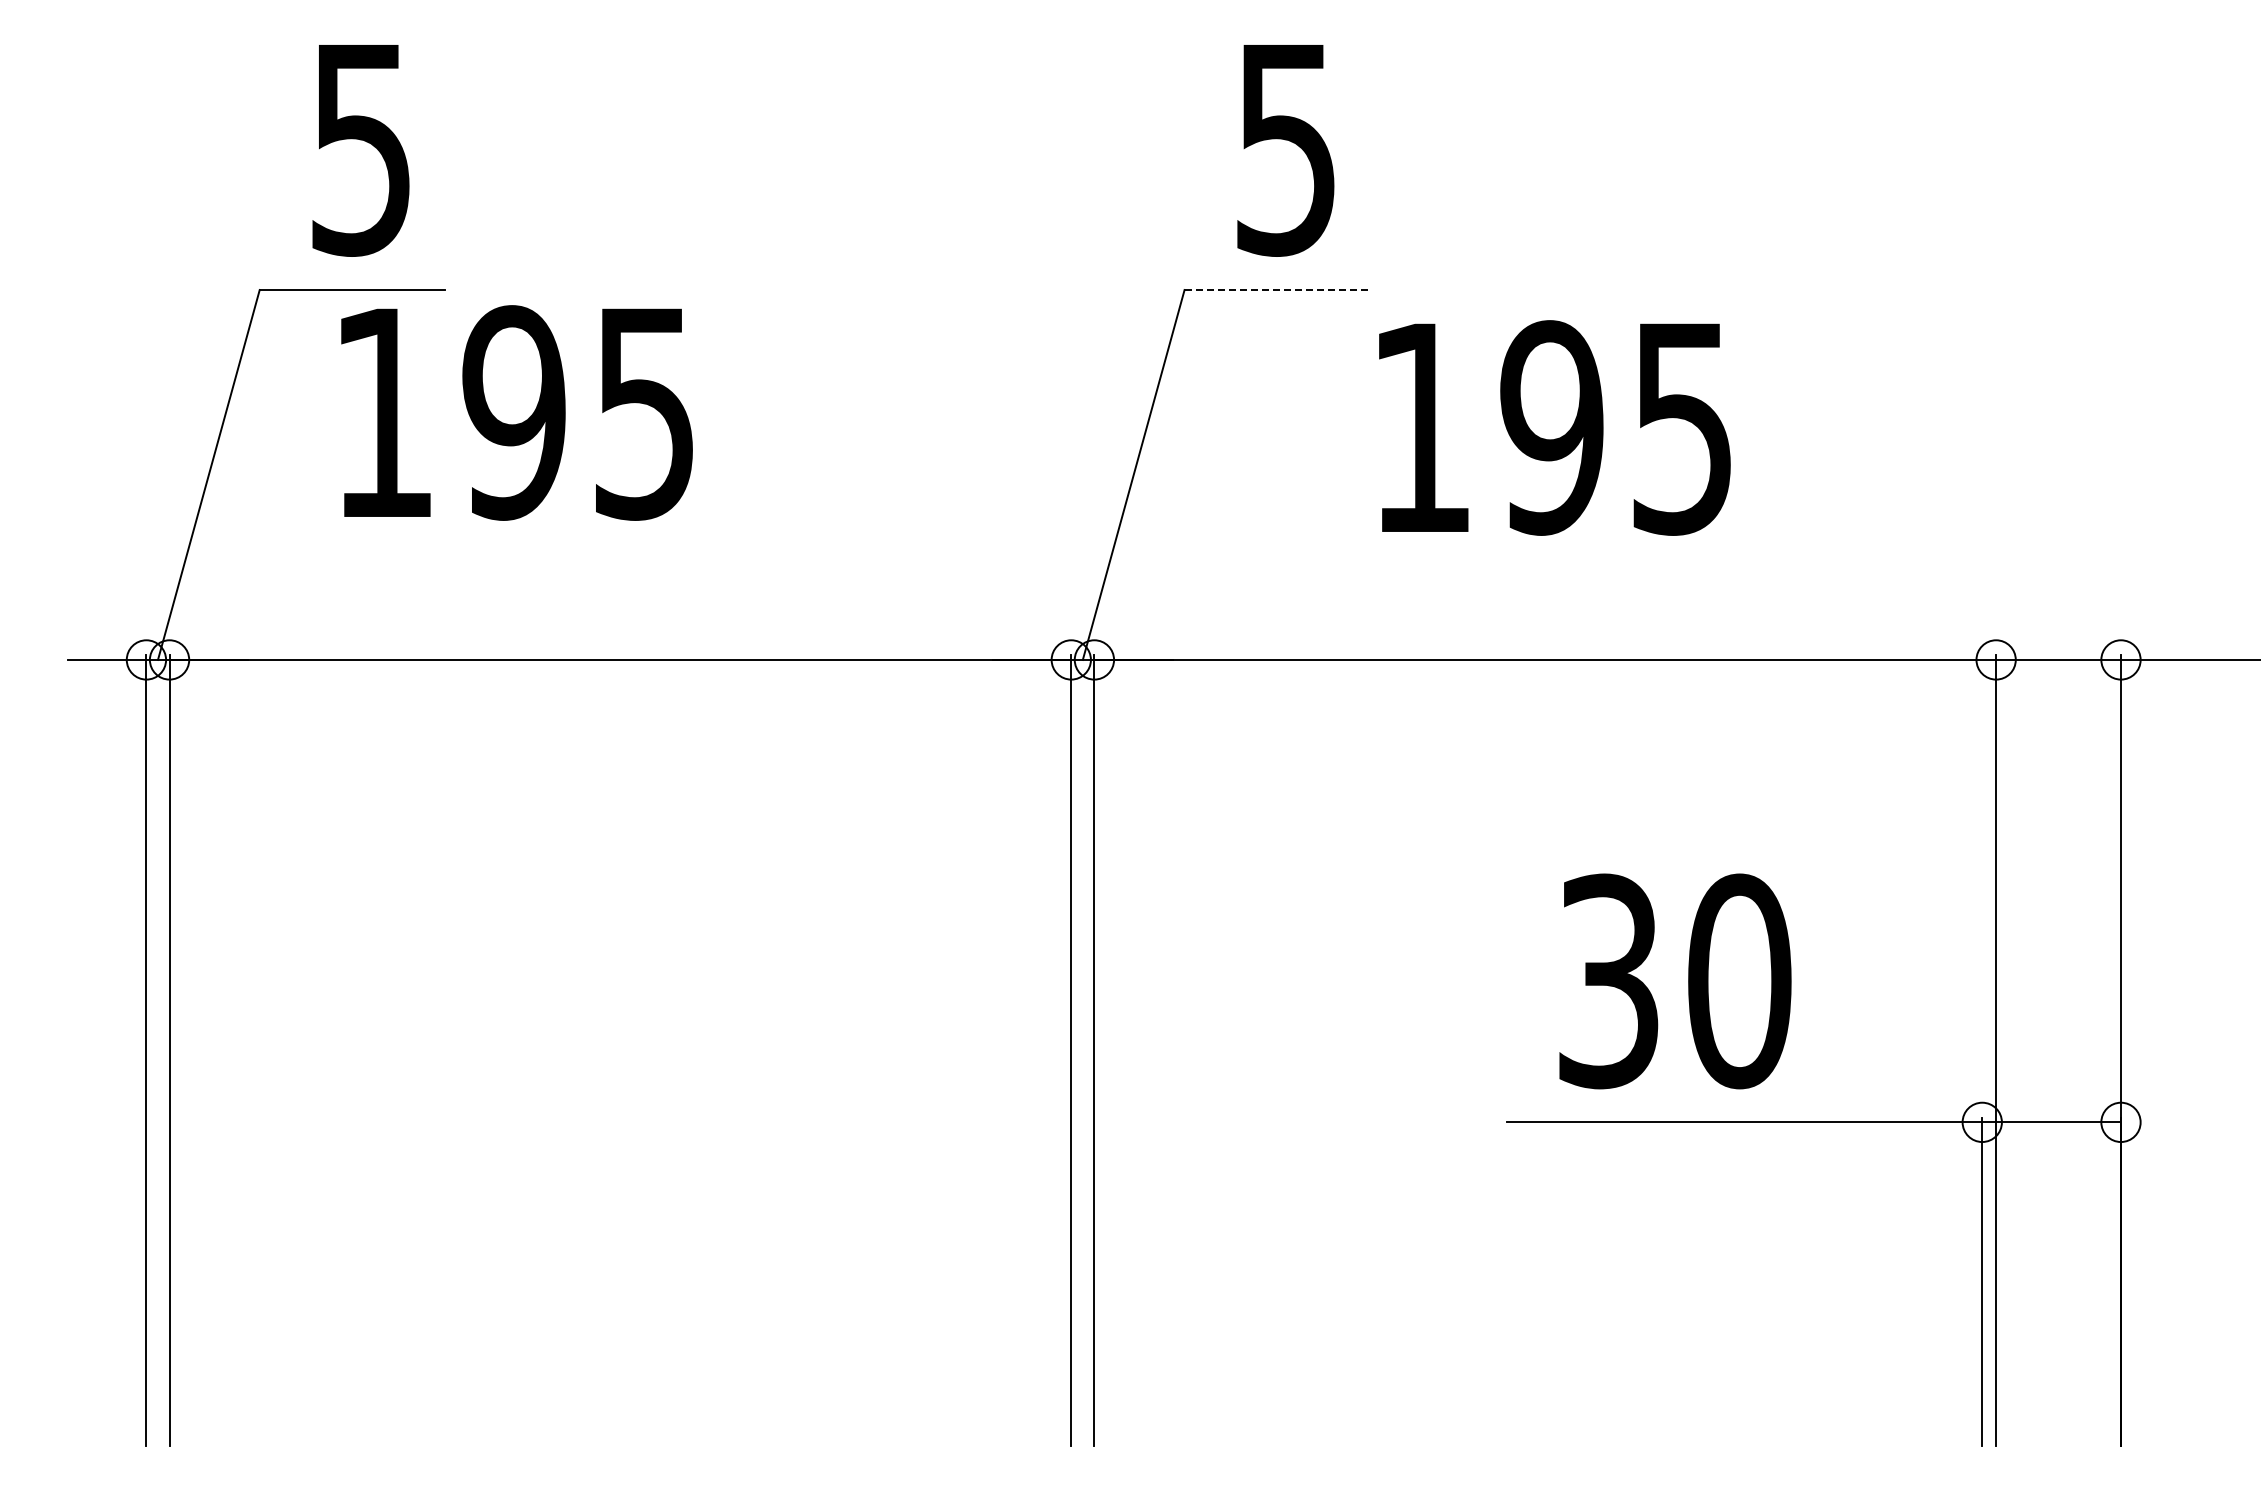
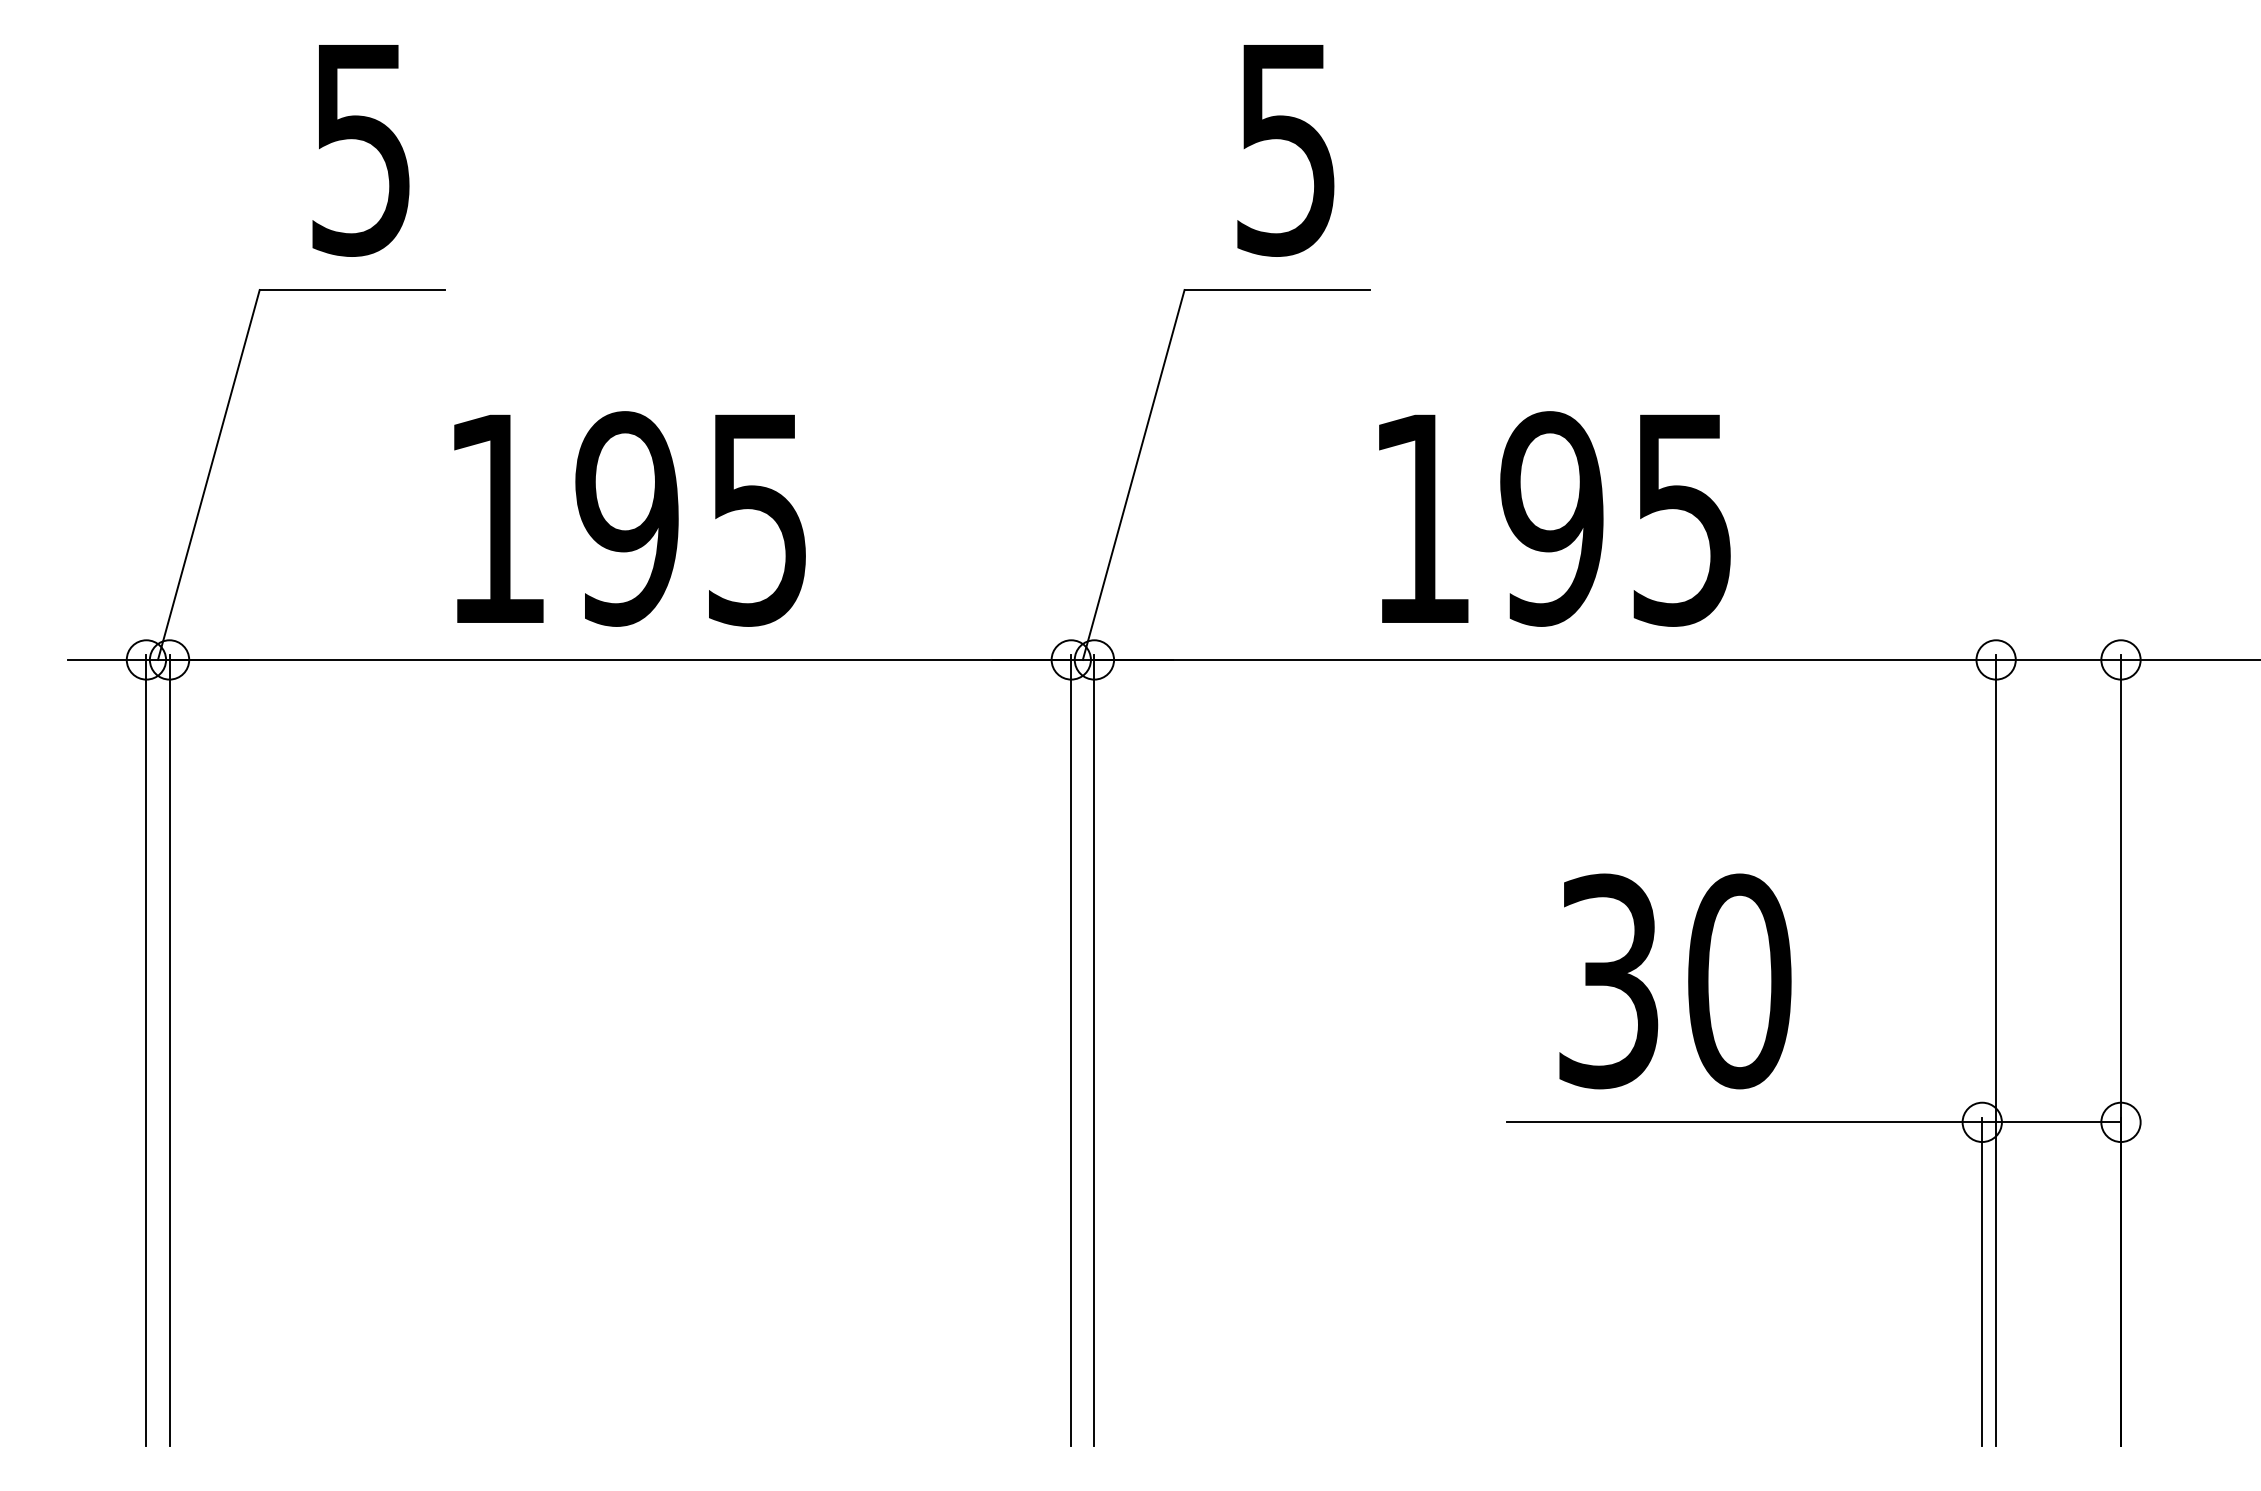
line at (1277, 290): dashed -> solid
text at (516, 412) position: (516, 412) -> (629, 518)
text at (1554, 427) position: (1554, 427) -> (1554, 518)
